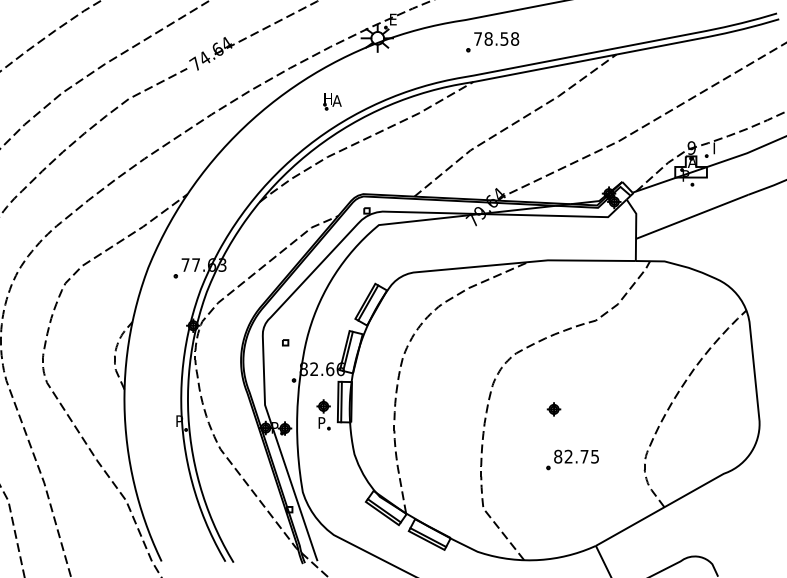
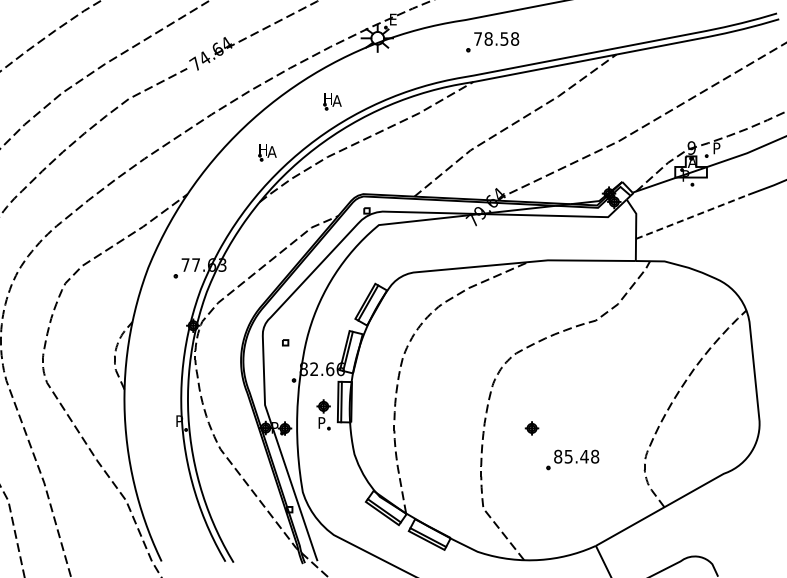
text at (717, 145): I -> P
part at (267, 152): none -> present
line at (692, 216): solid -> dashed
part at (553, 409) position: (553, 409) -> (531, 428)
text at (581, 456): 82.75 -> 85.48
